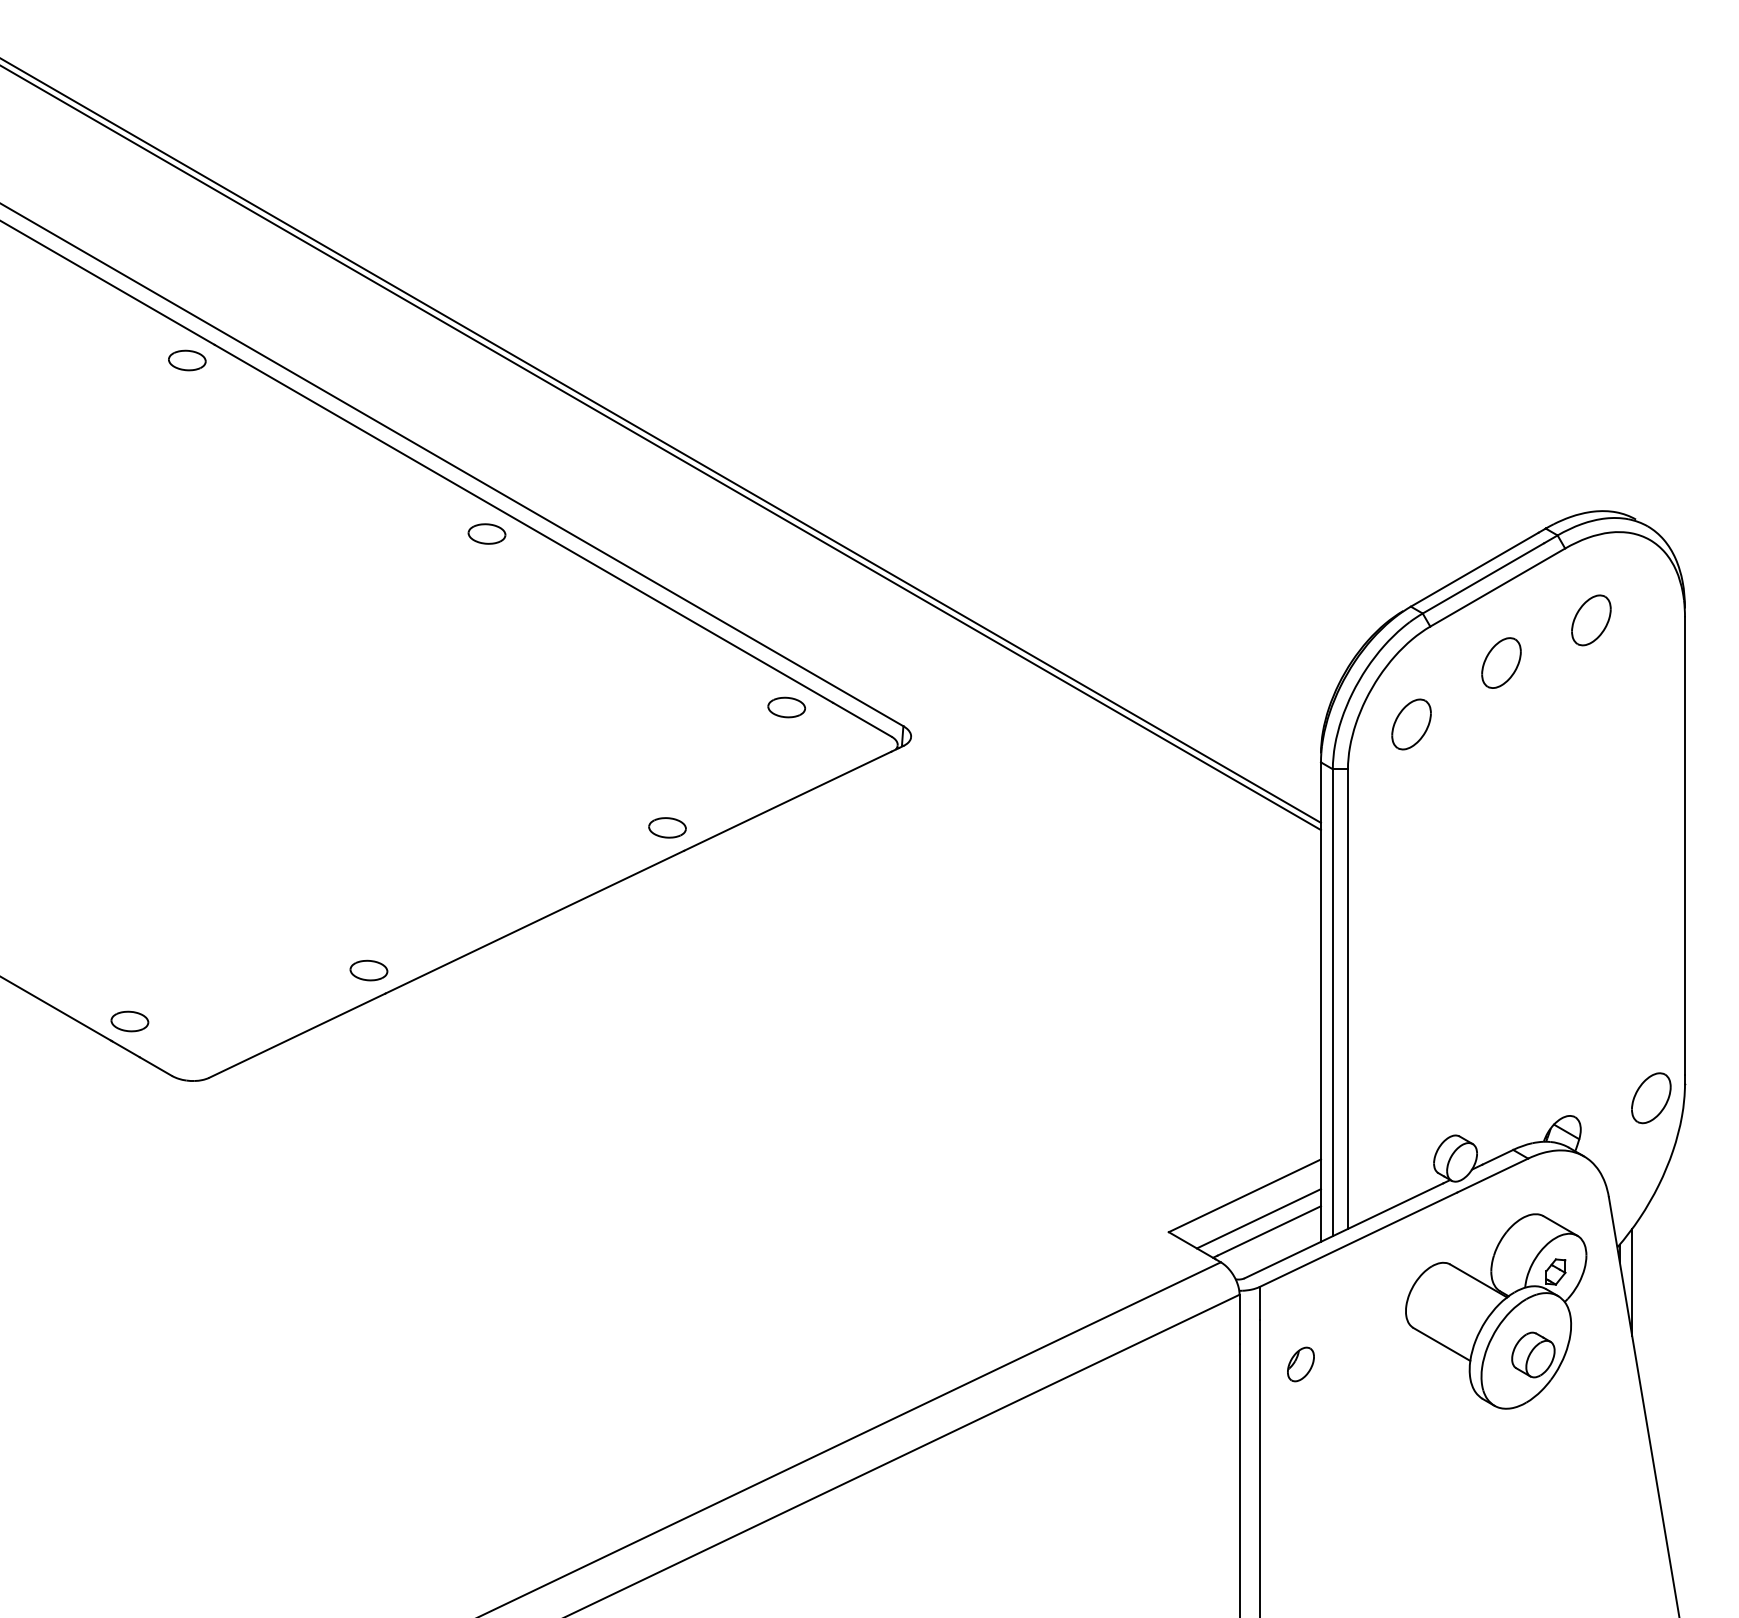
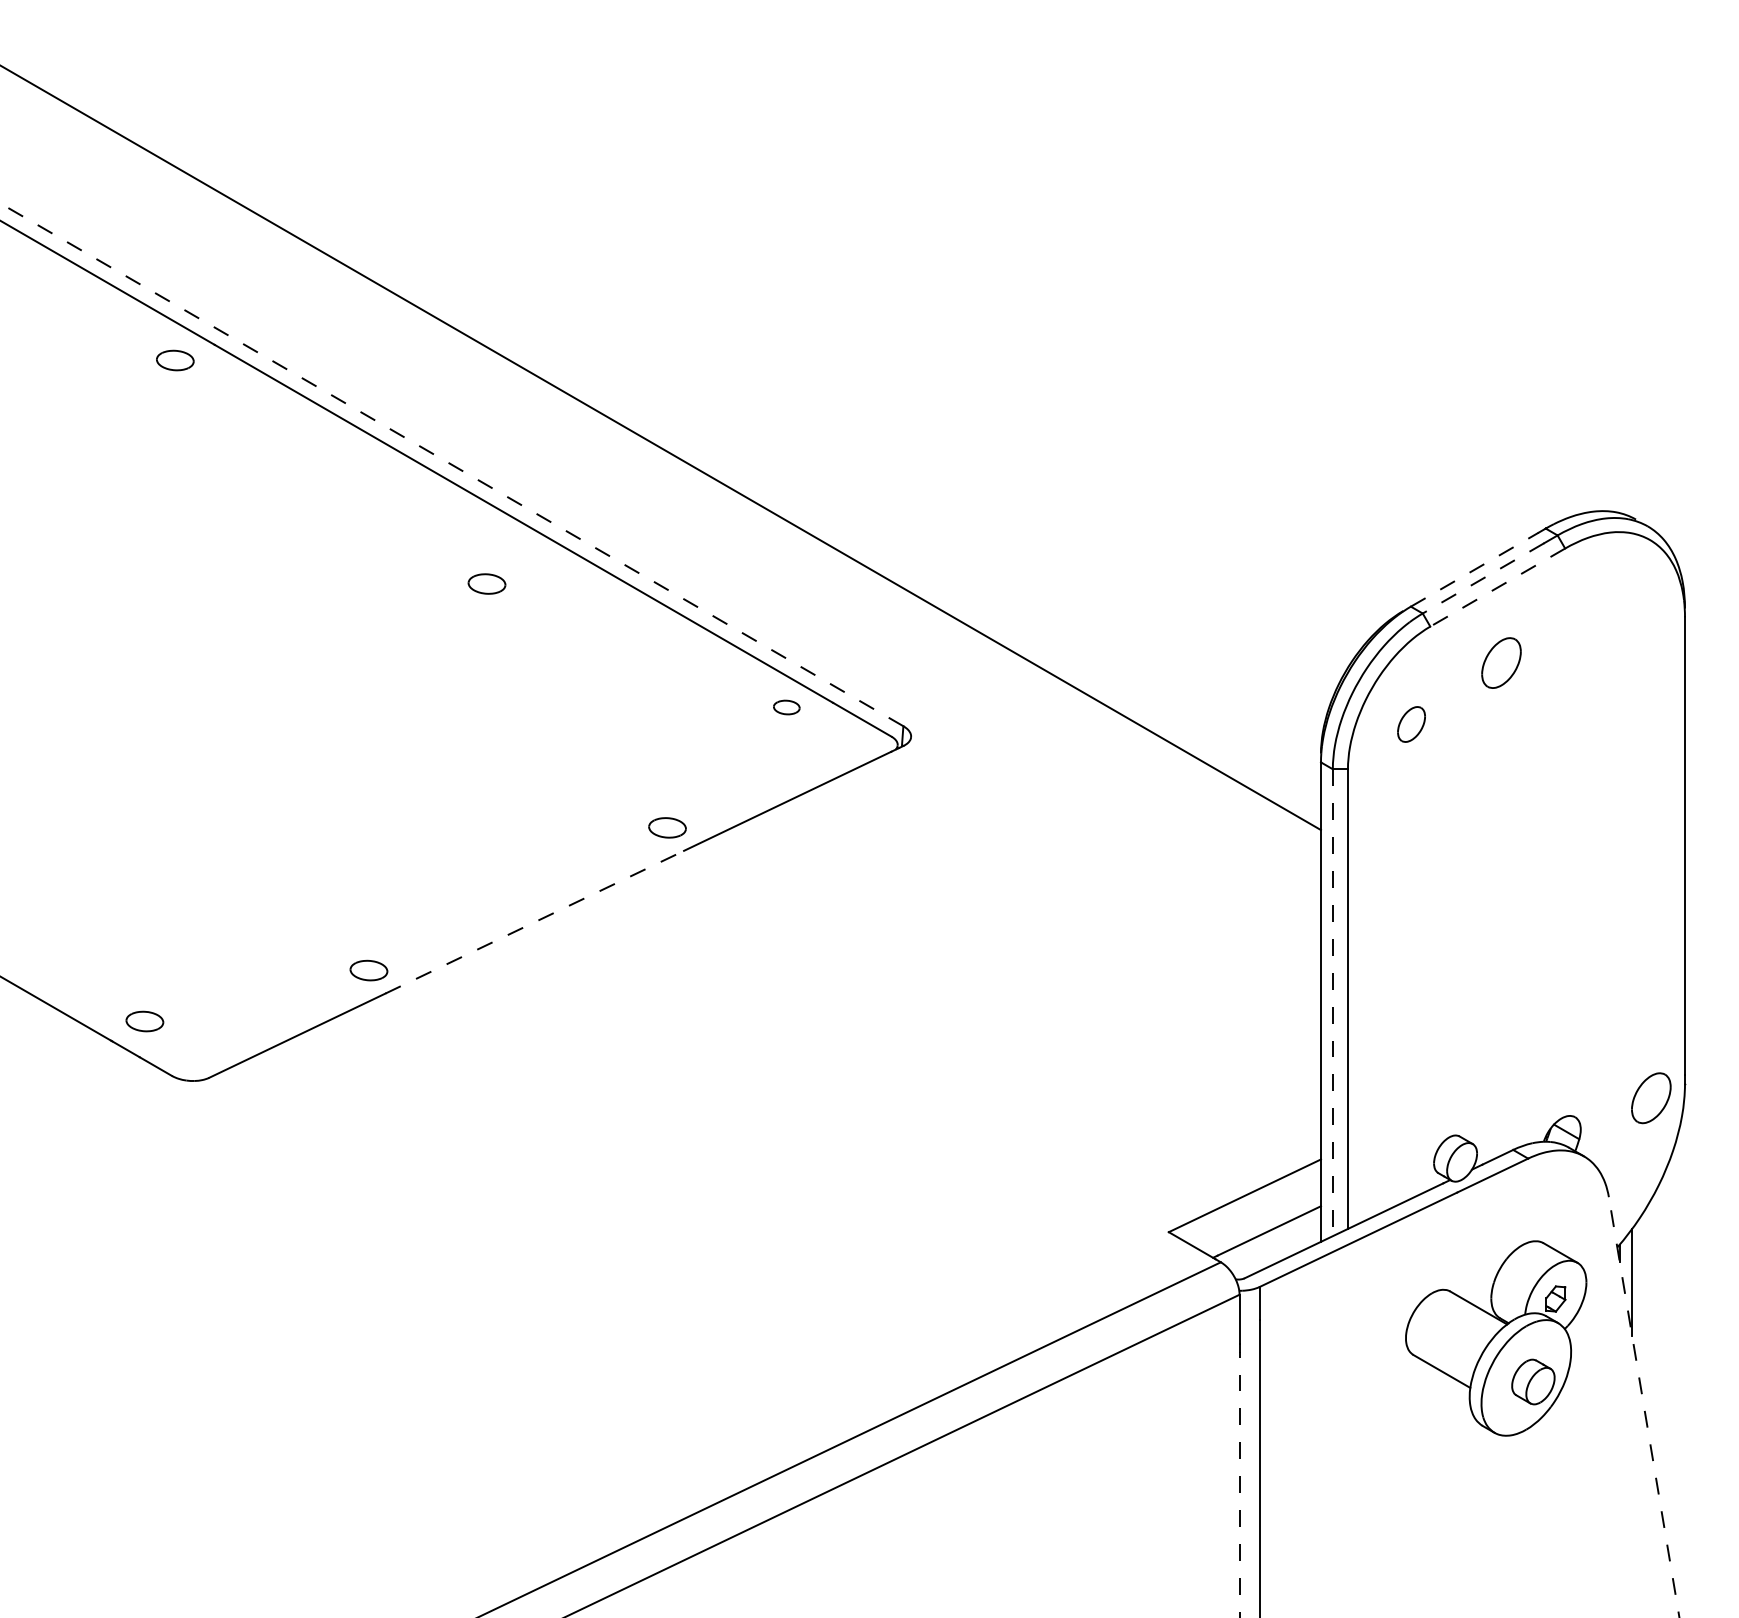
part at (187, 360) position: (187, 360) -> (175, 360)
line at (661, 440): present -> none
line at (451, 464): solid -> dashed
part at (486, 533) position: (486, 533) -> (486, 583)
line at (1474, 569): solid -> dashed
line at (1483, 578): solid -> dashed
line at (1497, 587): solid -> dashed
part at (1591, 620): present -> none
part at (786, 707) size: 40x23 px -> 28x17 px
part at (1411, 724) size: 41x53 px -> 29x37 px
line at (535, 922): solid -> dashed
line at (1332, 1003): solid -> dashed
part at (129, 1021) position: (129, 1021) -> (144, 1021)
line at (1258, 1218): present -> none
part at (1496, 1311) position: (1496, 1311) -> (1496, 1338)
part at (1300, 1364): present -> none
line at (1644, 1406): solid -> dashed
line at (1239, 1484): solid -> dashed
